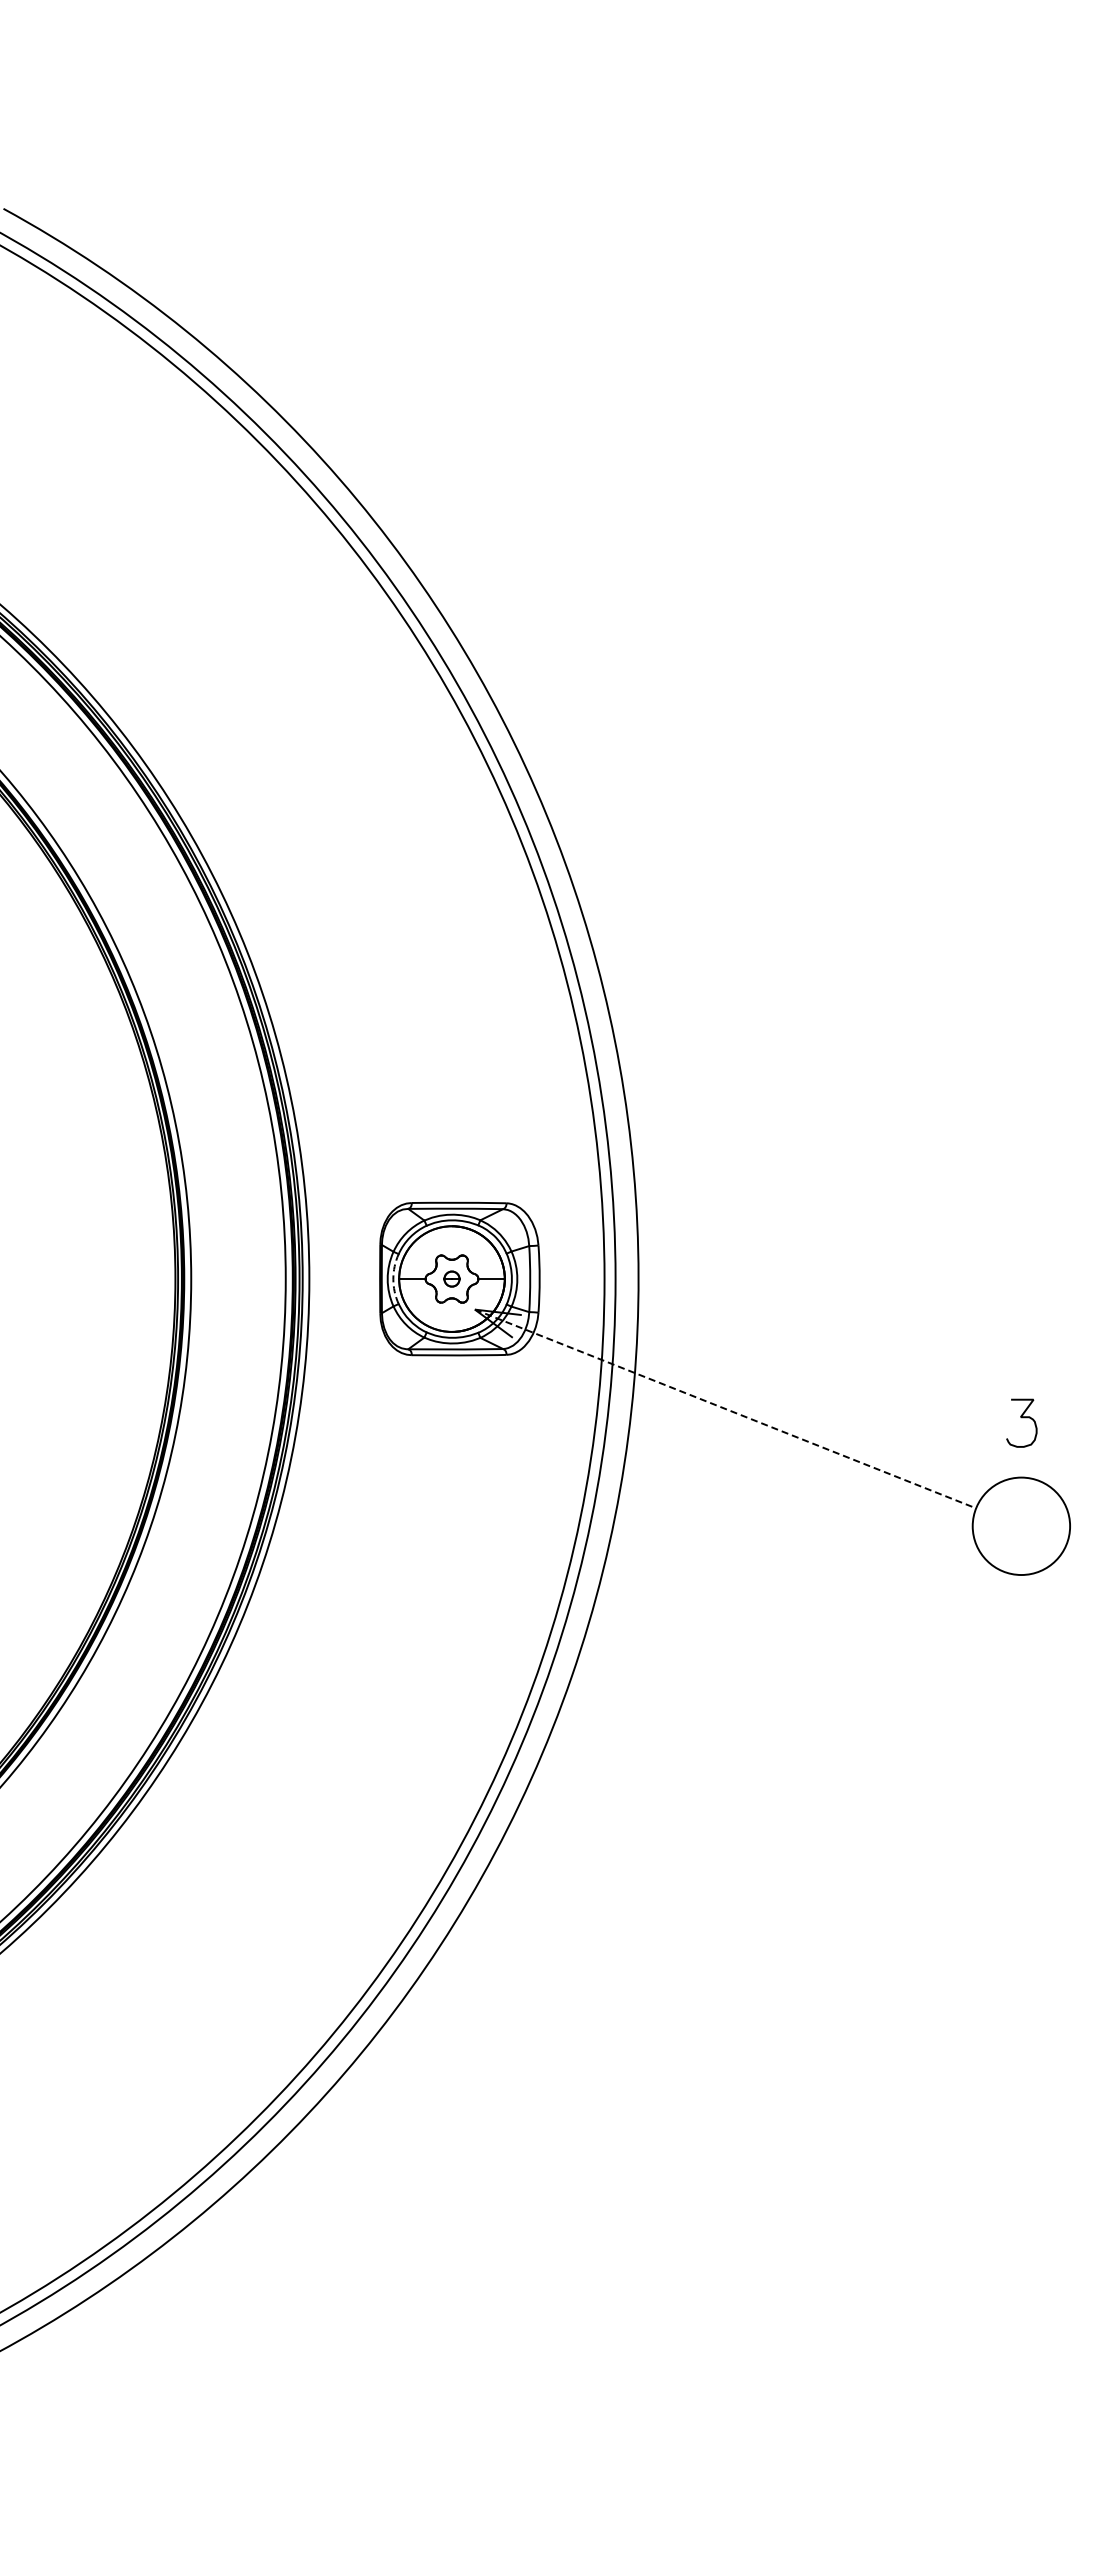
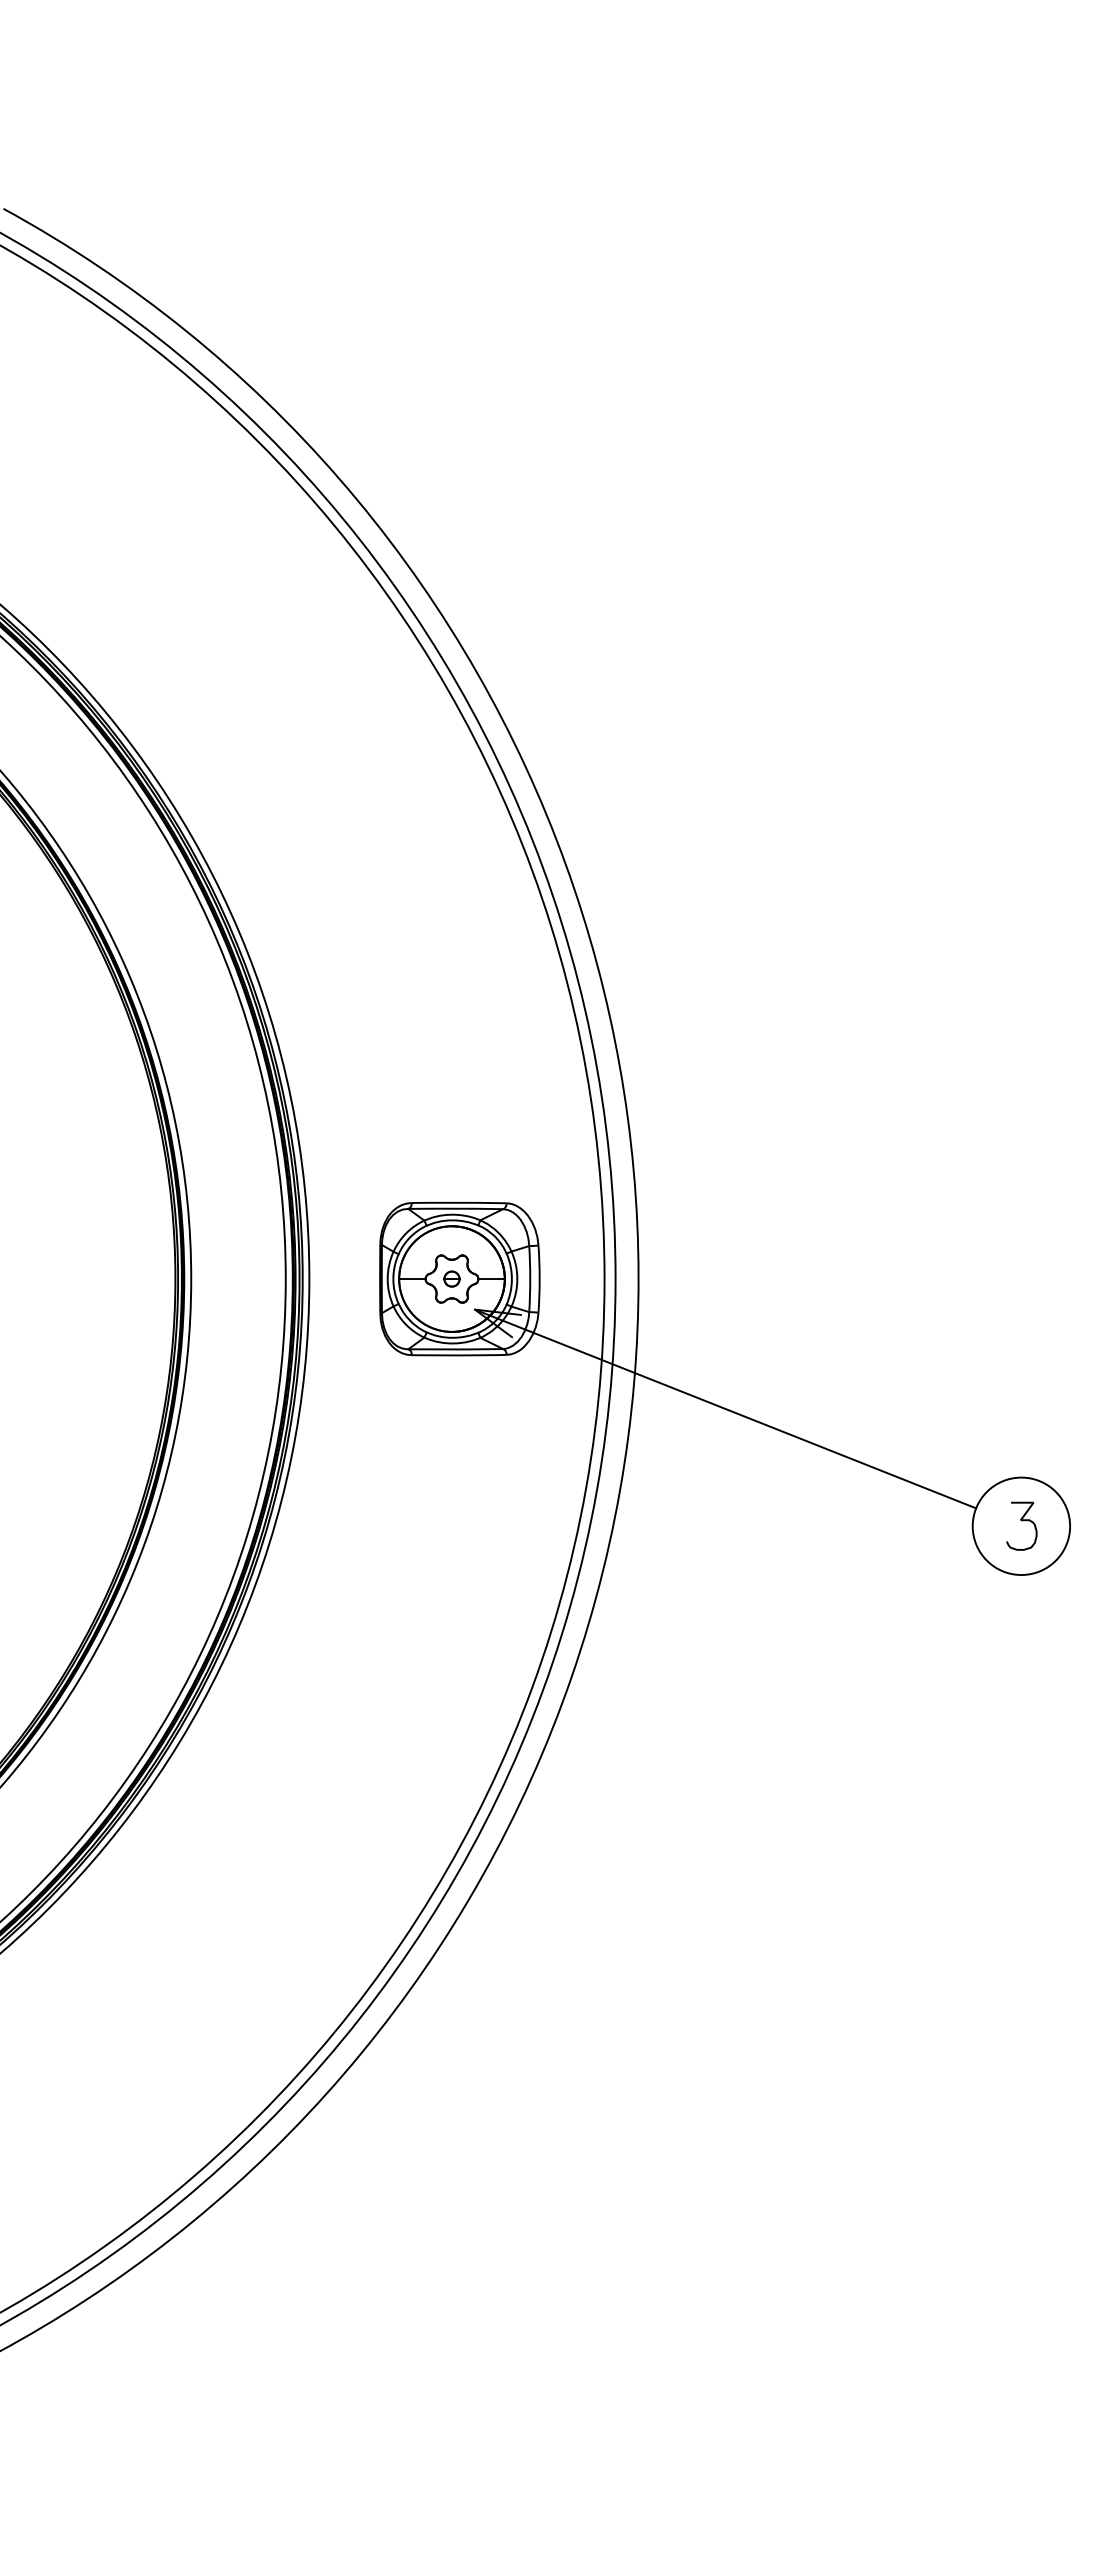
arc at (393, 1279): dashed -> solid
line at (725, 1408): dashed -> solid
curve at (1021, 1418) position: (1021, 1418) -> (1021, 1521)
